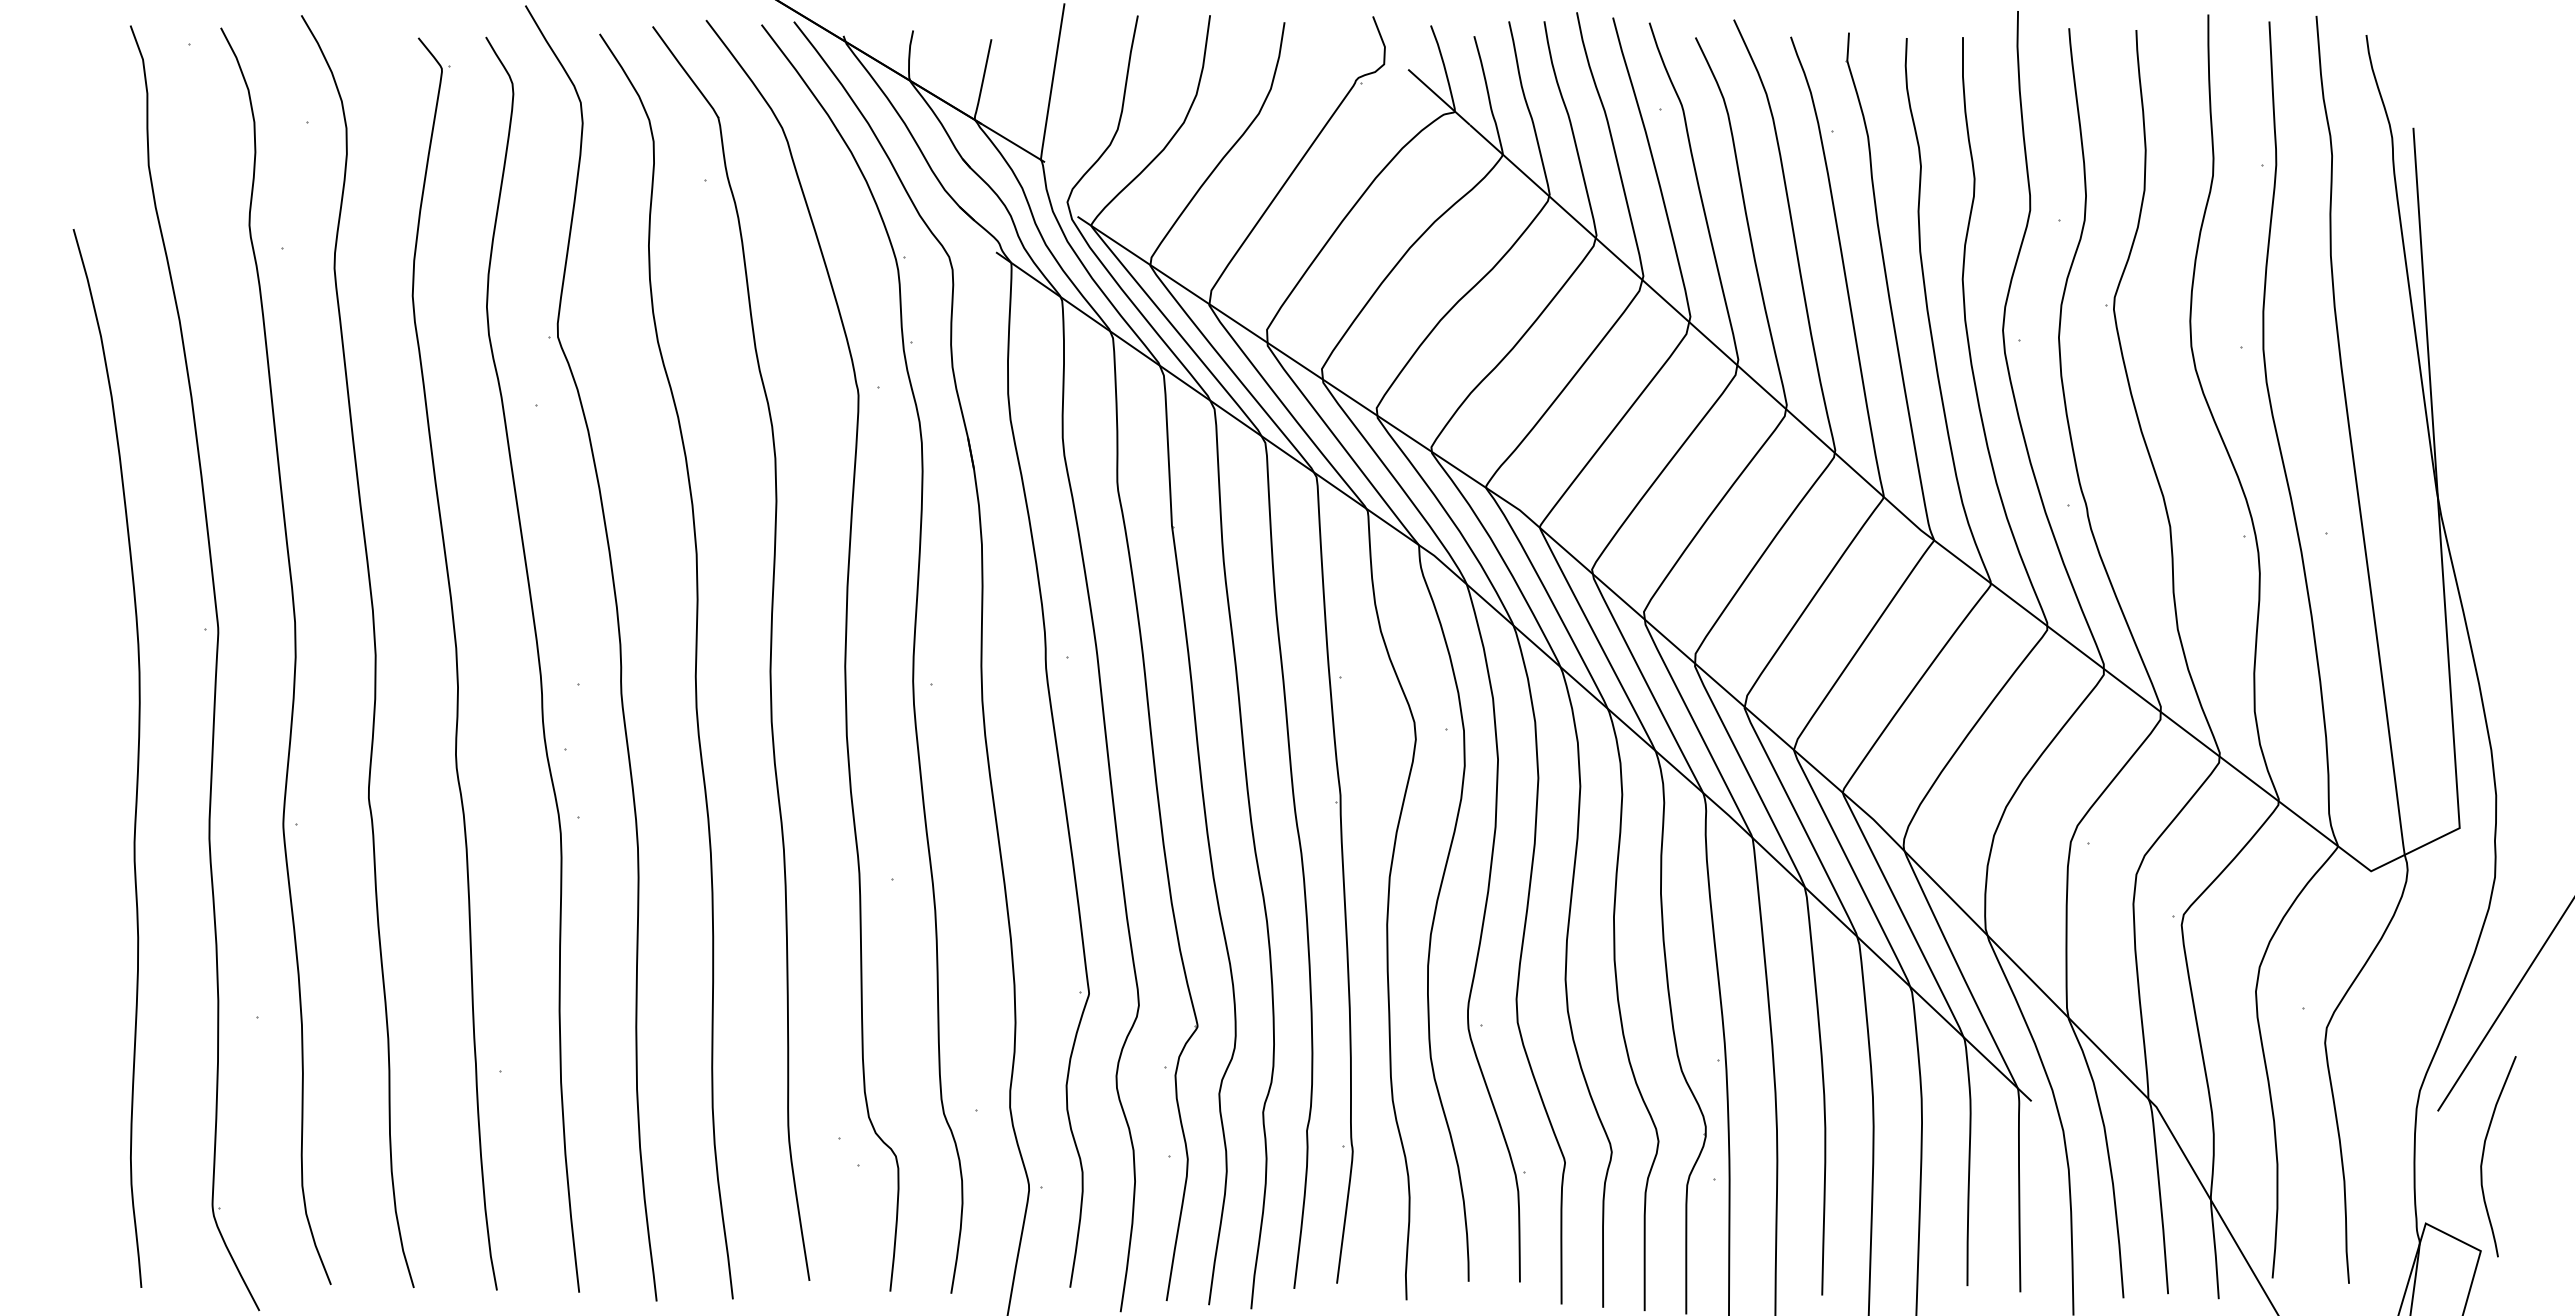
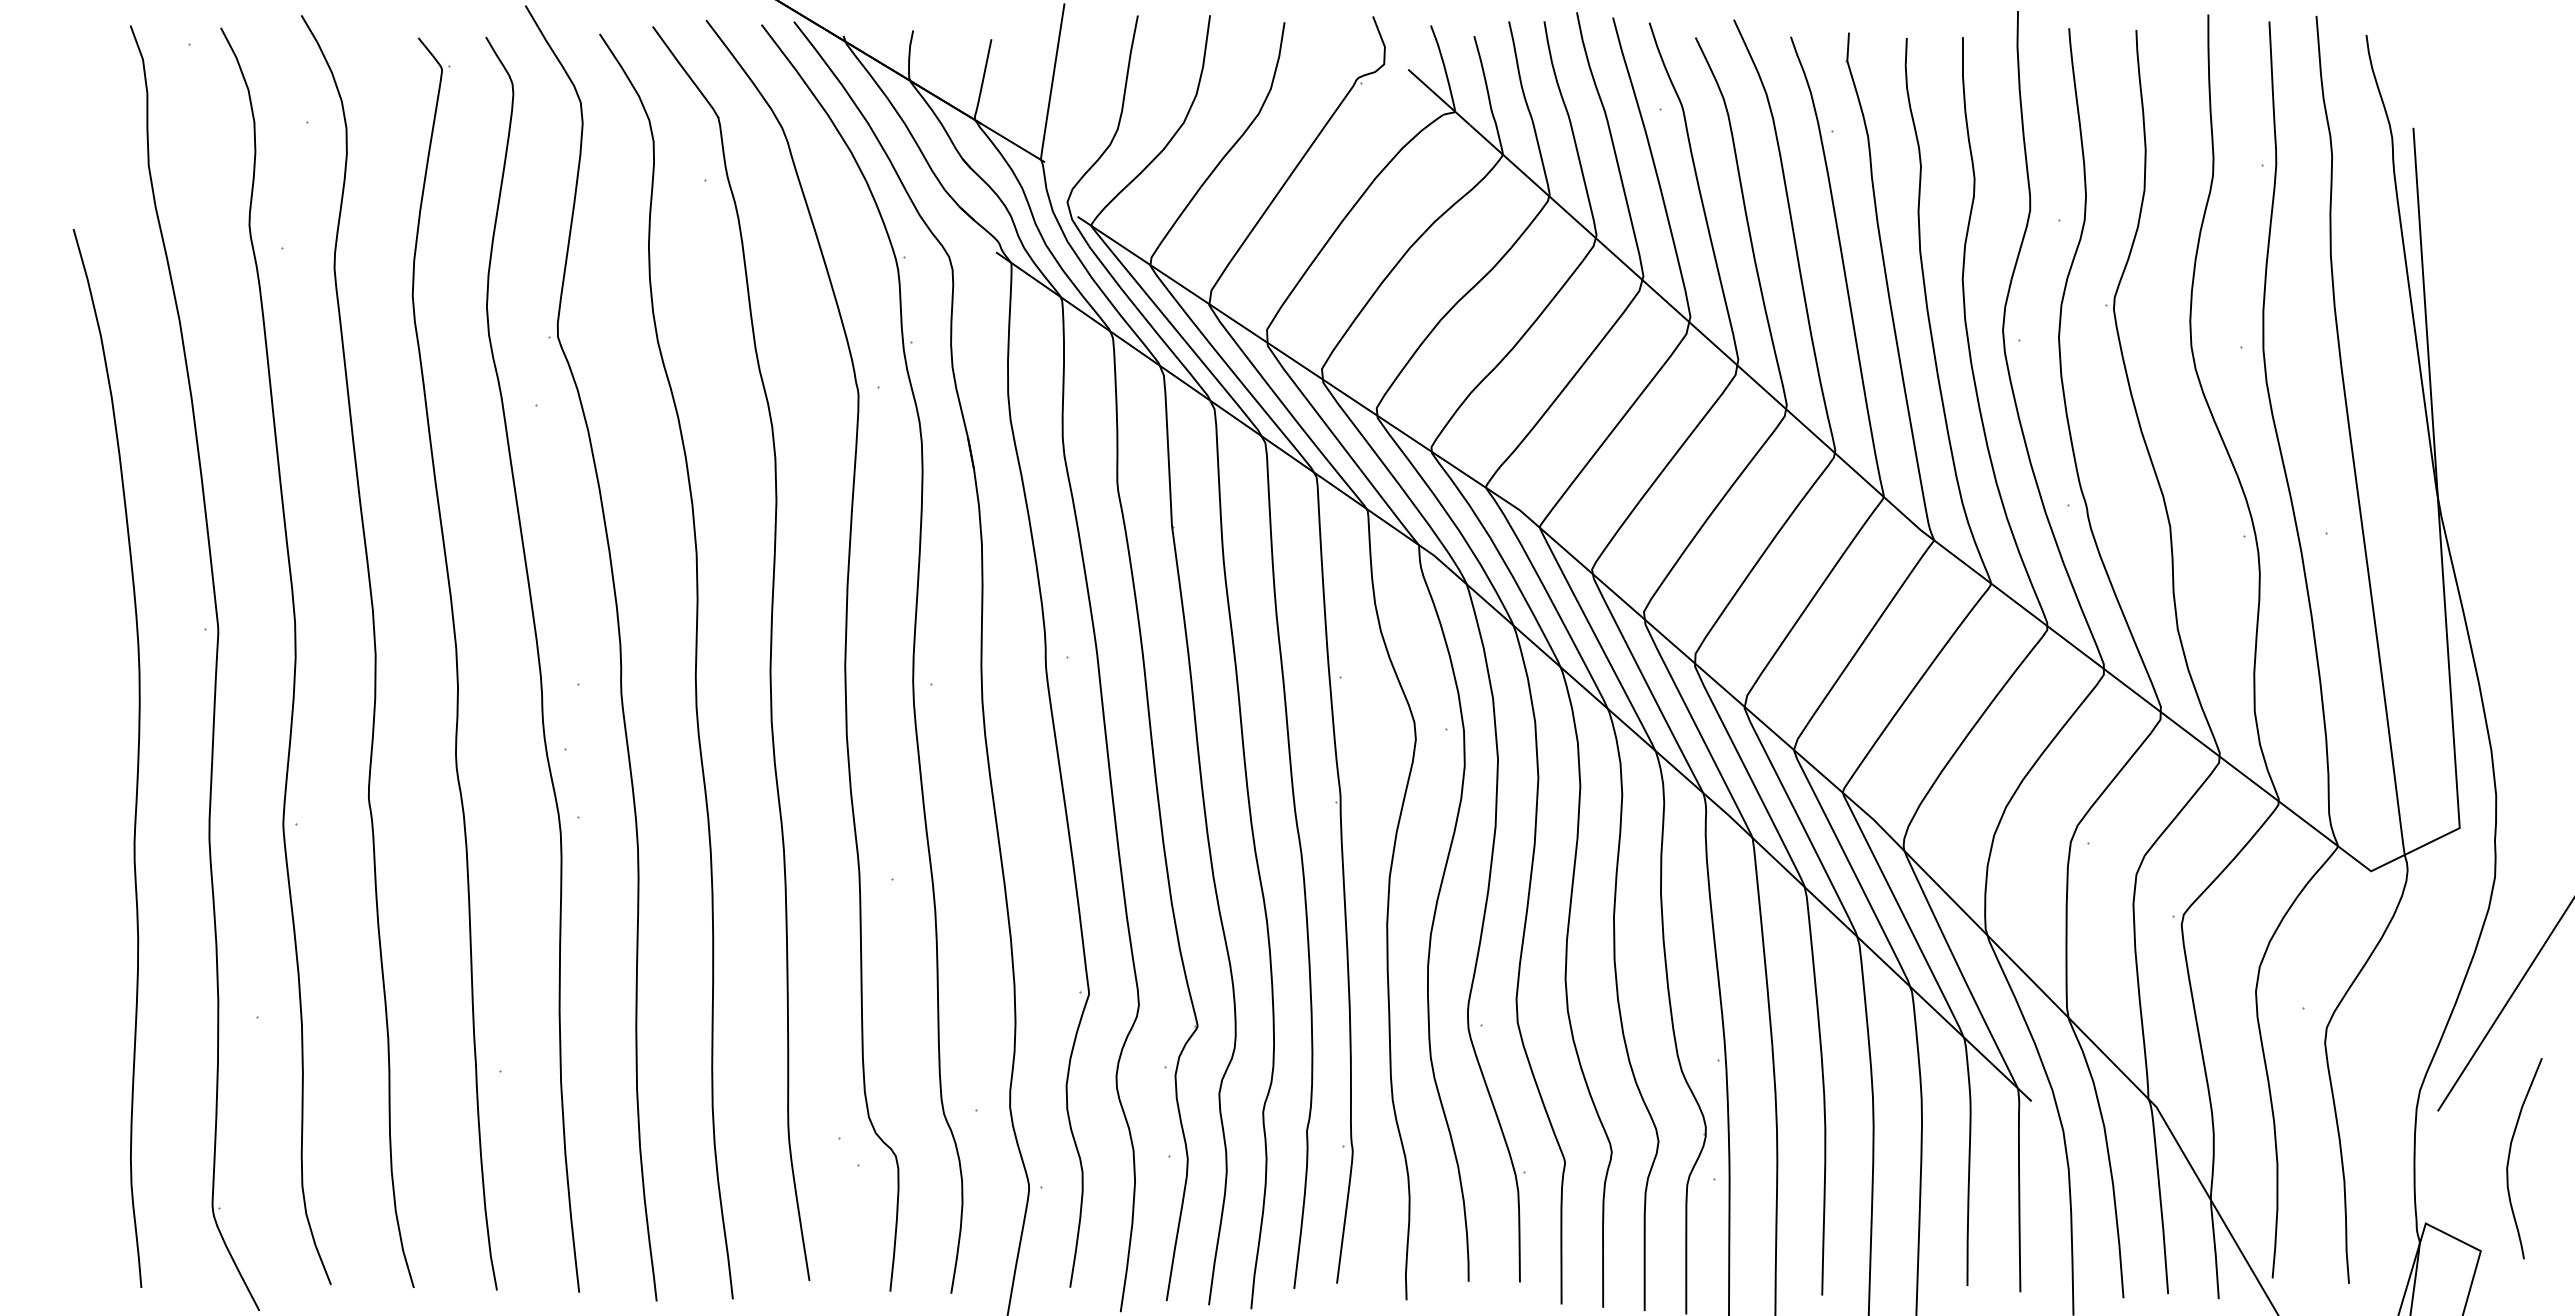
curve at (2484, 1152) position: (2484, 1152) -> (2510, 1154)
